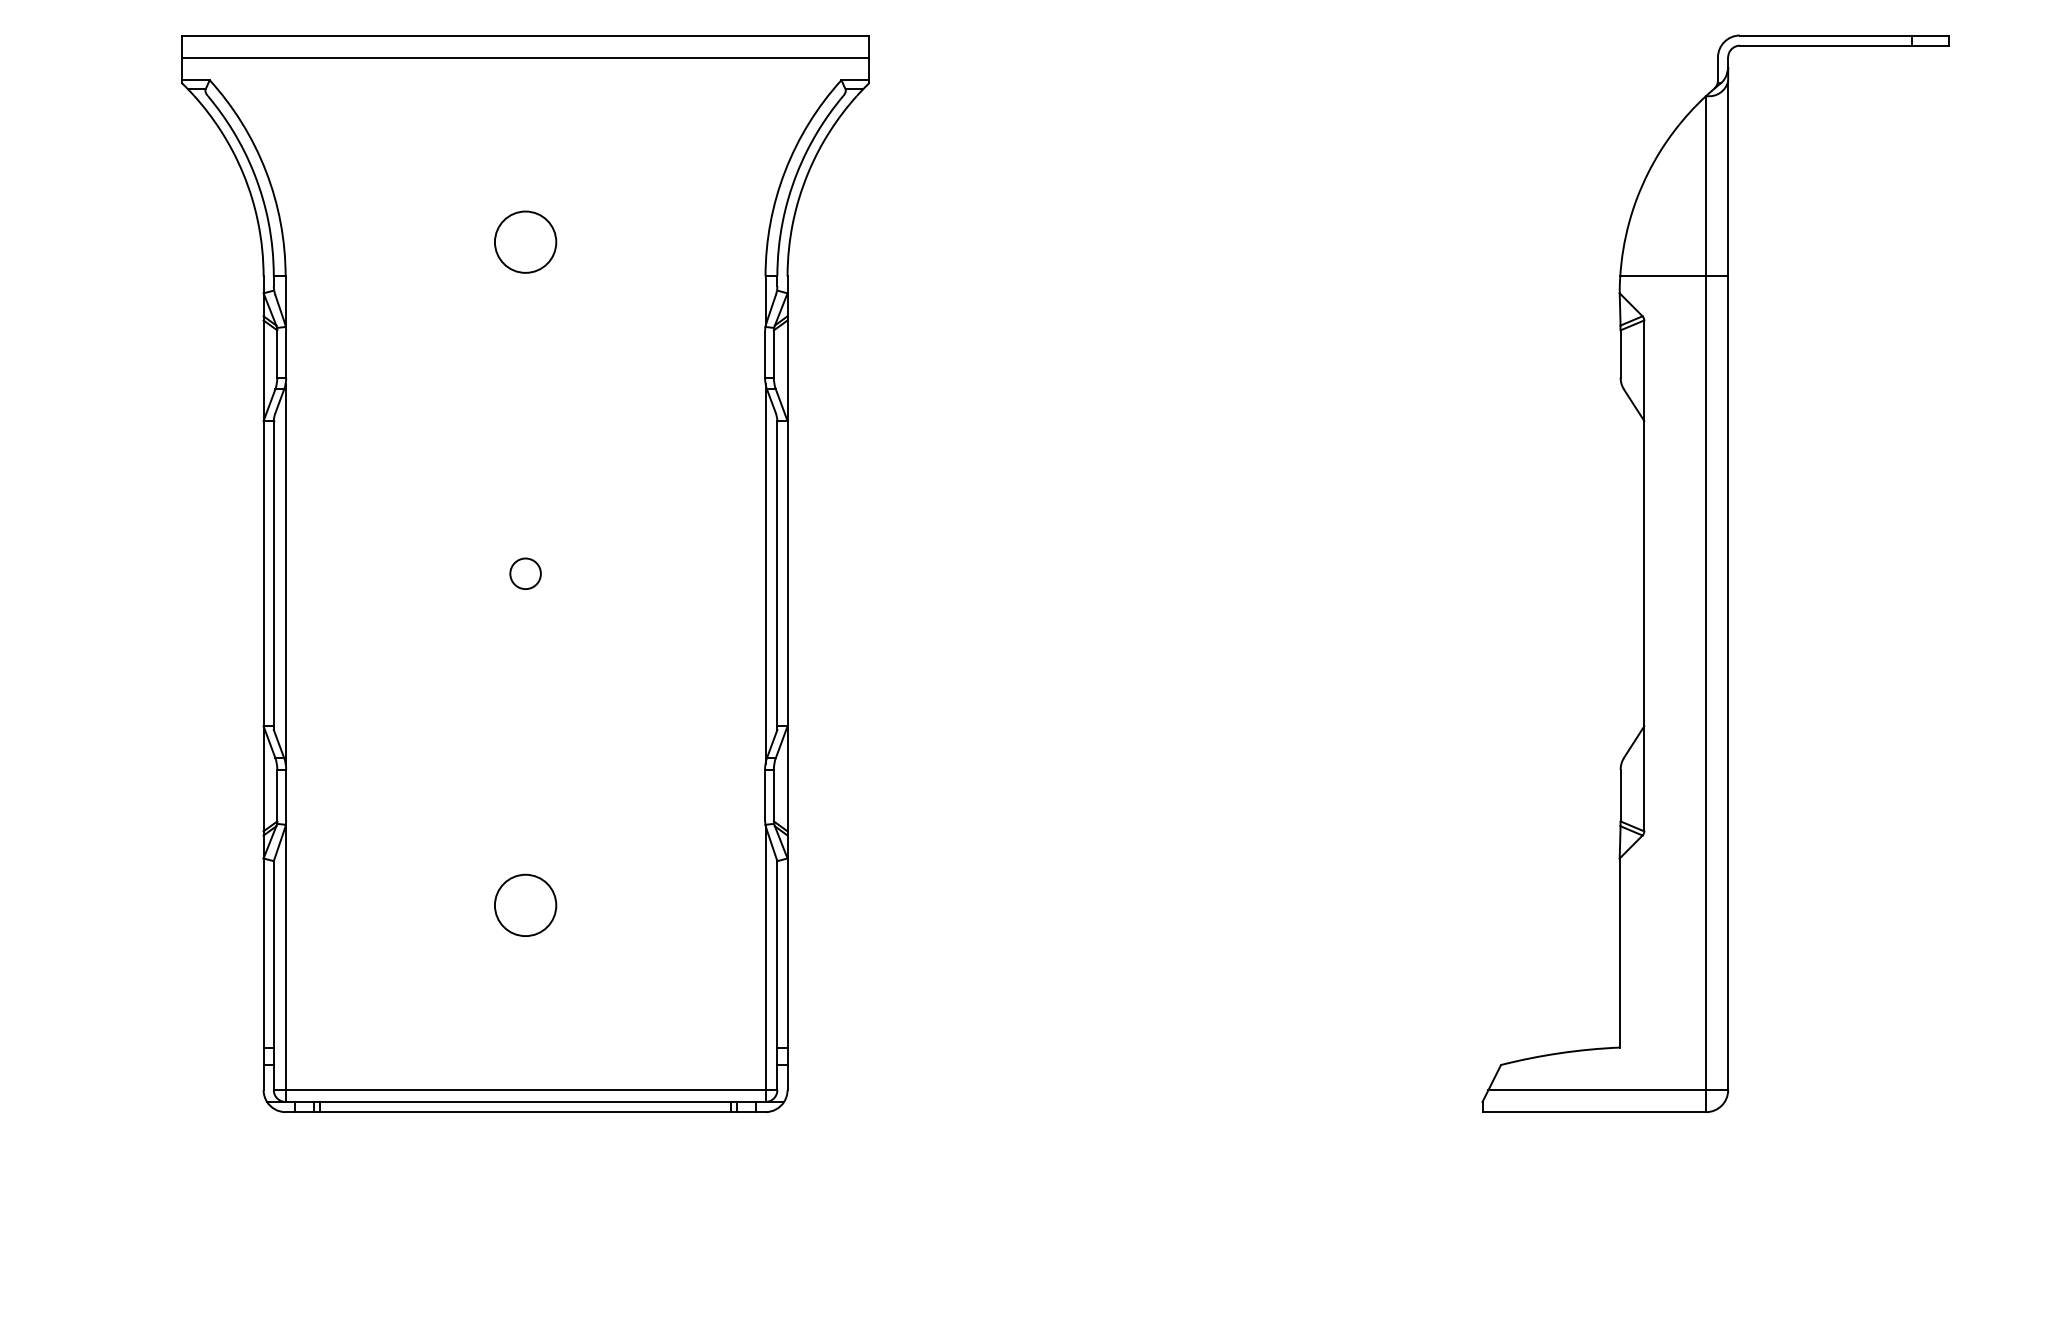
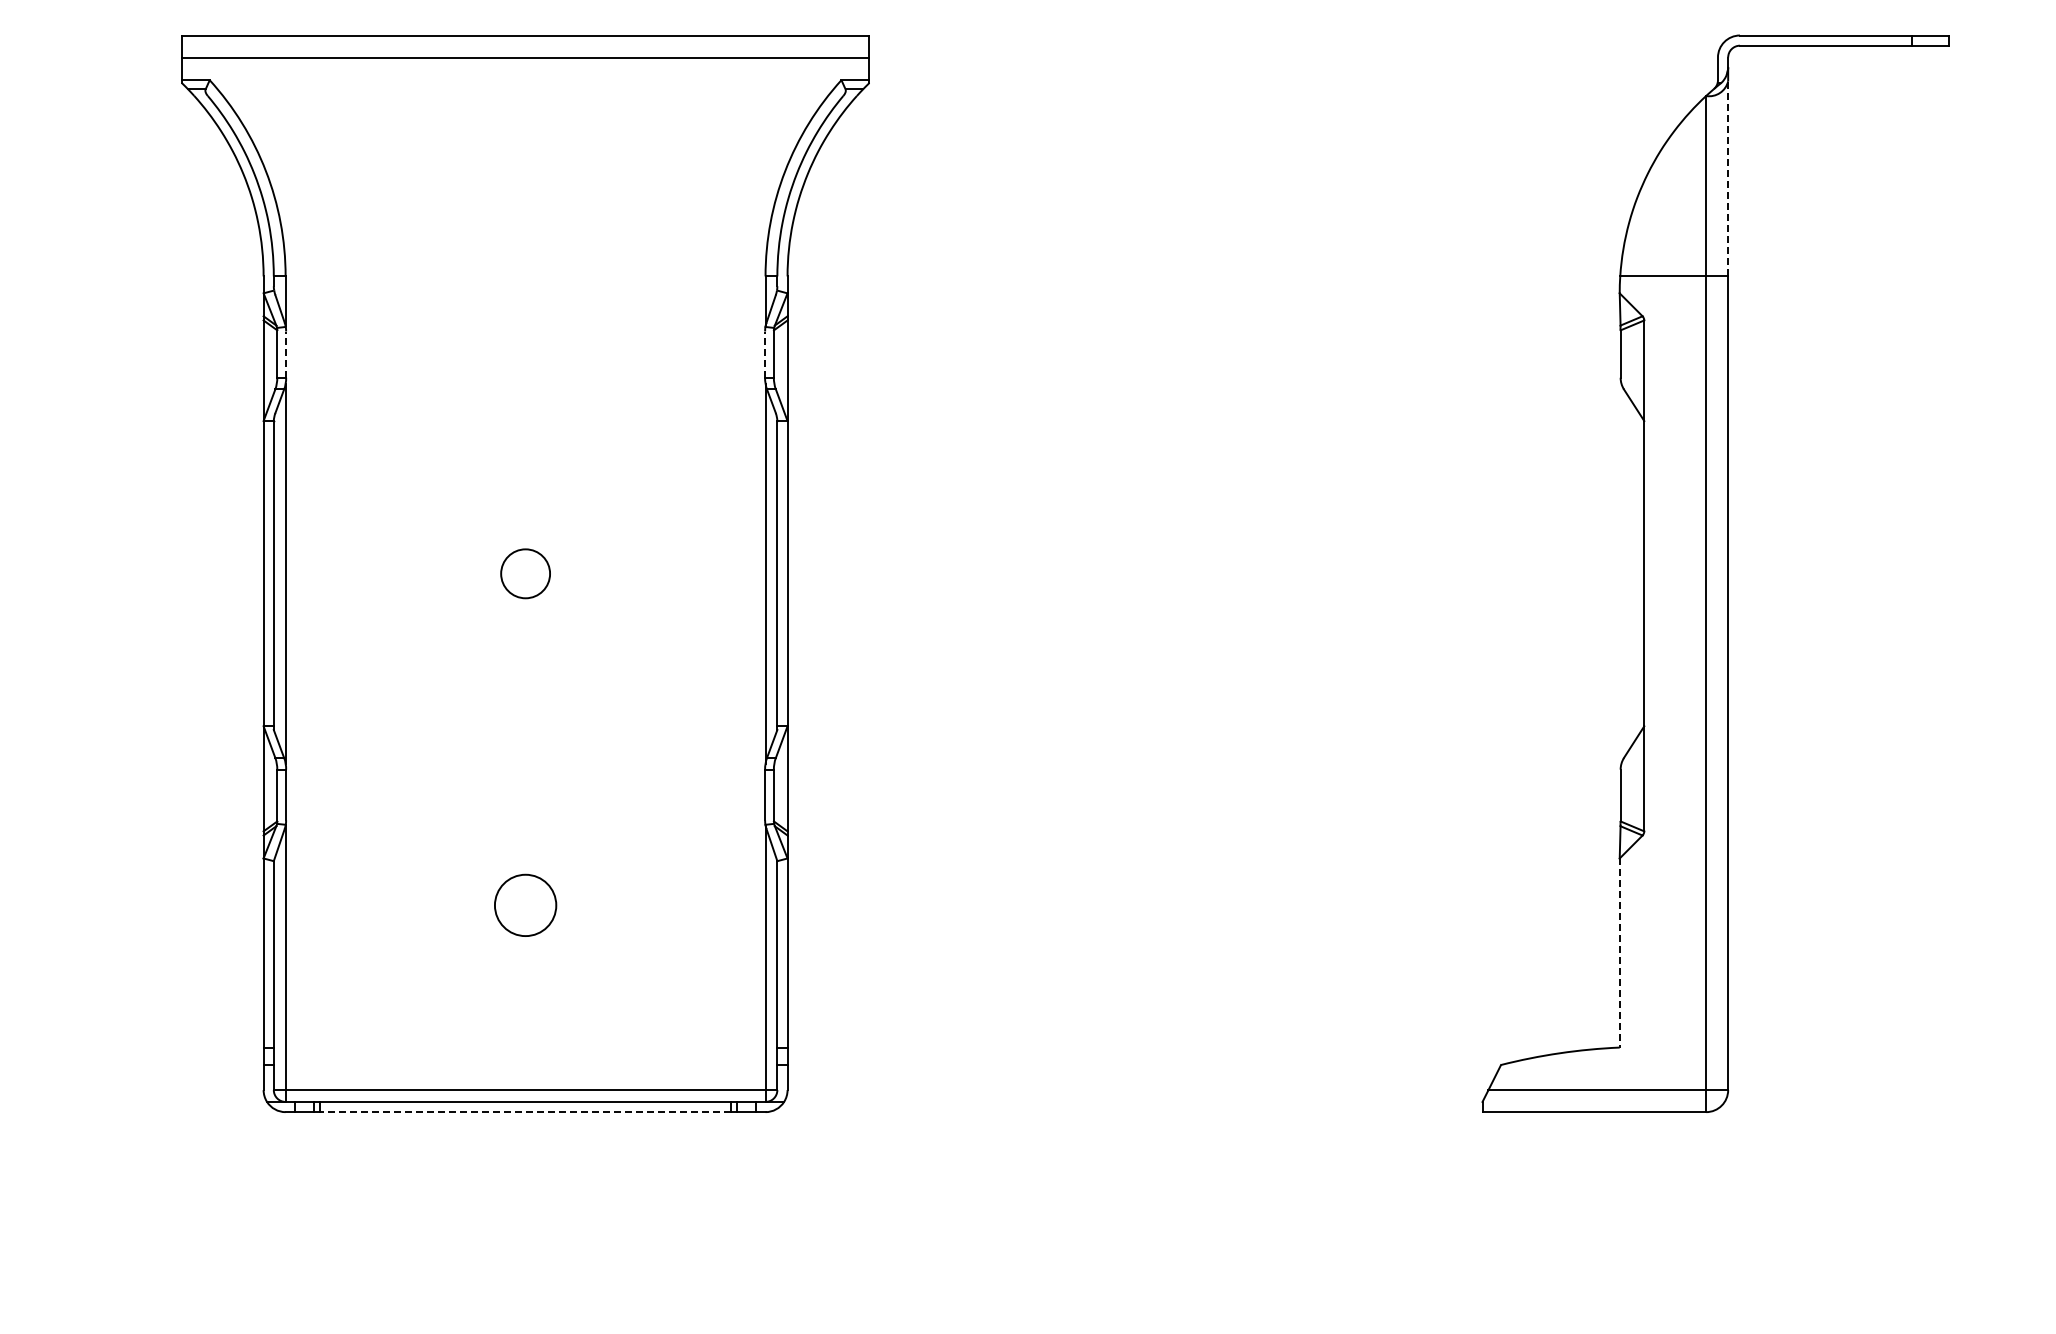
line at (1728, 178): solid -> dashed
circle at (525, 241): present -> none
line at (286, 354): solid -> dashed
line at (765, 354): solid -> dashed
circle at (525, 573) diameter: 31 px -> 49 px
line at (1619, 953): solid -> dashed
line at (525, 1112): solid -> dashed
